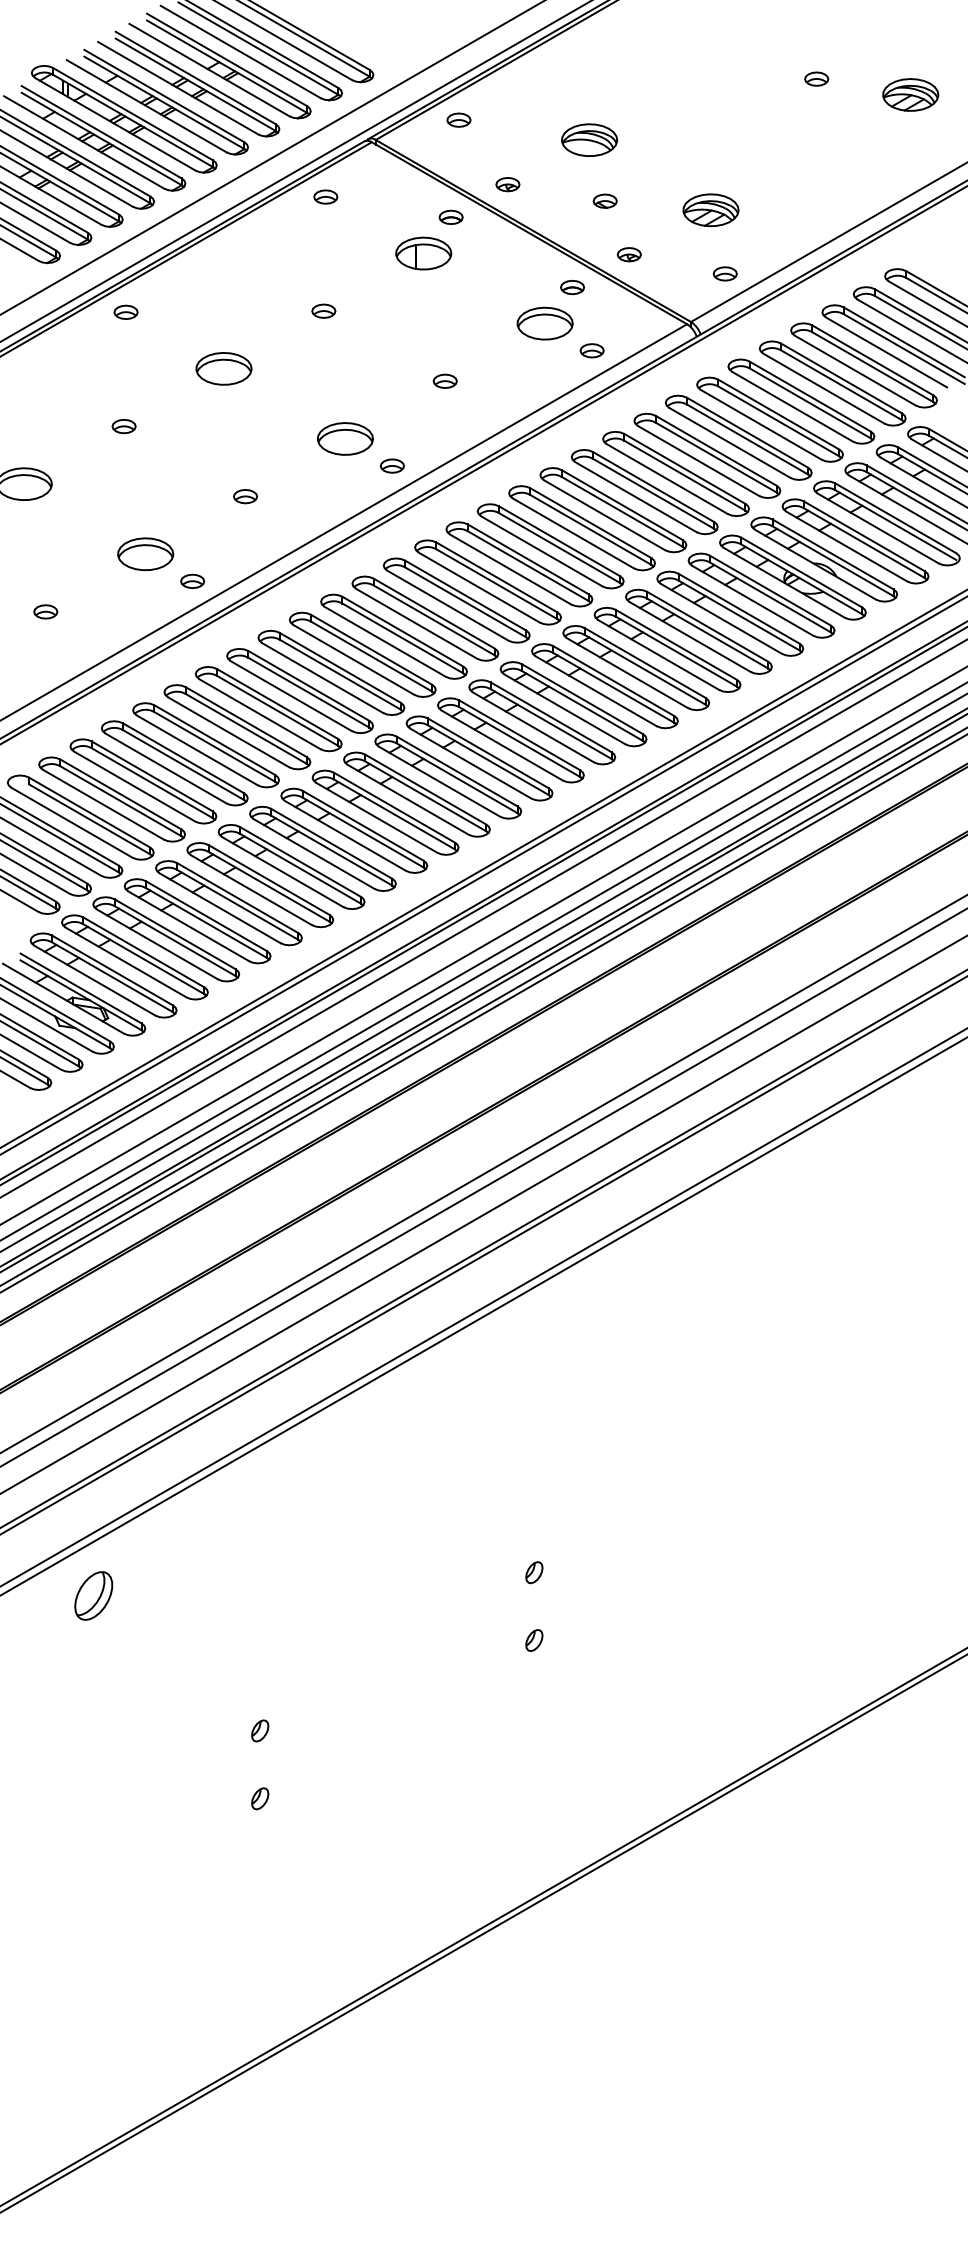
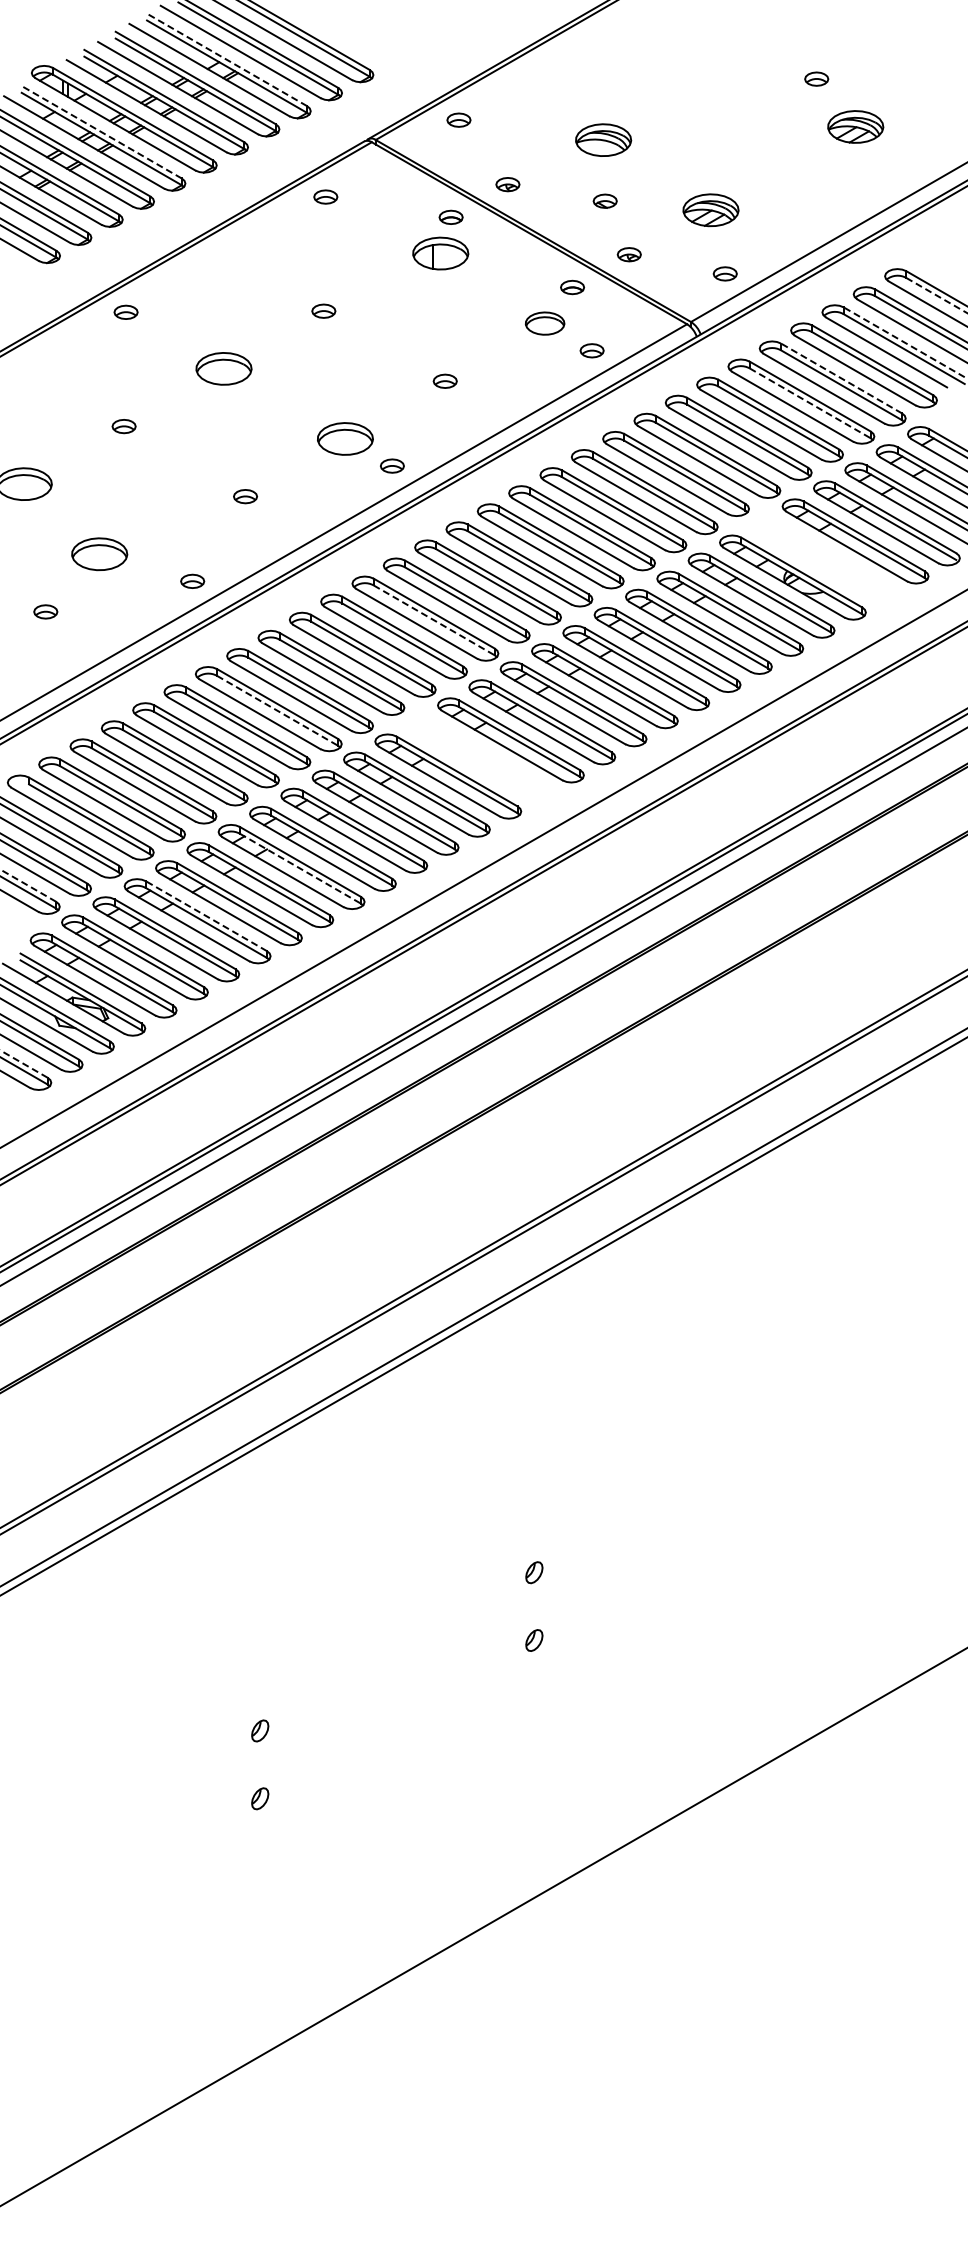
line at (226, 59): solid -> dashed
part at (910, 94) position: (910, 94) -> (855, 126)
line at (101, 132): solid -> dashed
part at (589, 139) position: (589, 139) -> (603, 139)
line at (271, 157): present -> none
line at (295, 171): present -> none
part at (423, 253) position: (423, 253) -> (440, 253)
line at (937, 295): solid -> dashed
part at (544, 323) size: 58x35 px -> 42x25 px
line at (904, 342): solid -> dashed
line at (841, 378): solid -> dashed
line at (810, 403): solid -> dashed
part at (145, 554) position: (145, 554) -> (99, 554)
part at (824, 559): present -> none
line at (434, 620): solid -> dashed
line at (277, 710): solid -> dashed
part at (479, 758): present -> none
line at (300, 868): solid -> dashed
line at (483, 875): present -> none
line at (28, 885): solid -> dashed
line at (206, 916): solid -> dashed
line at (483, 918): present -> none
line at (483, 945): present -> none
line at (483, 961): present -> none
line at (483, 972): present -> none
line at (483, 1013): present -> none
line at (23, 1063): solid -> dashed
line at (483, 1173): present -> none
line at (483, 1187): present -> none
line at (483, 1214): present -> none
part at (93, 1595): present -> none
line at (483, 1933): present -> none
